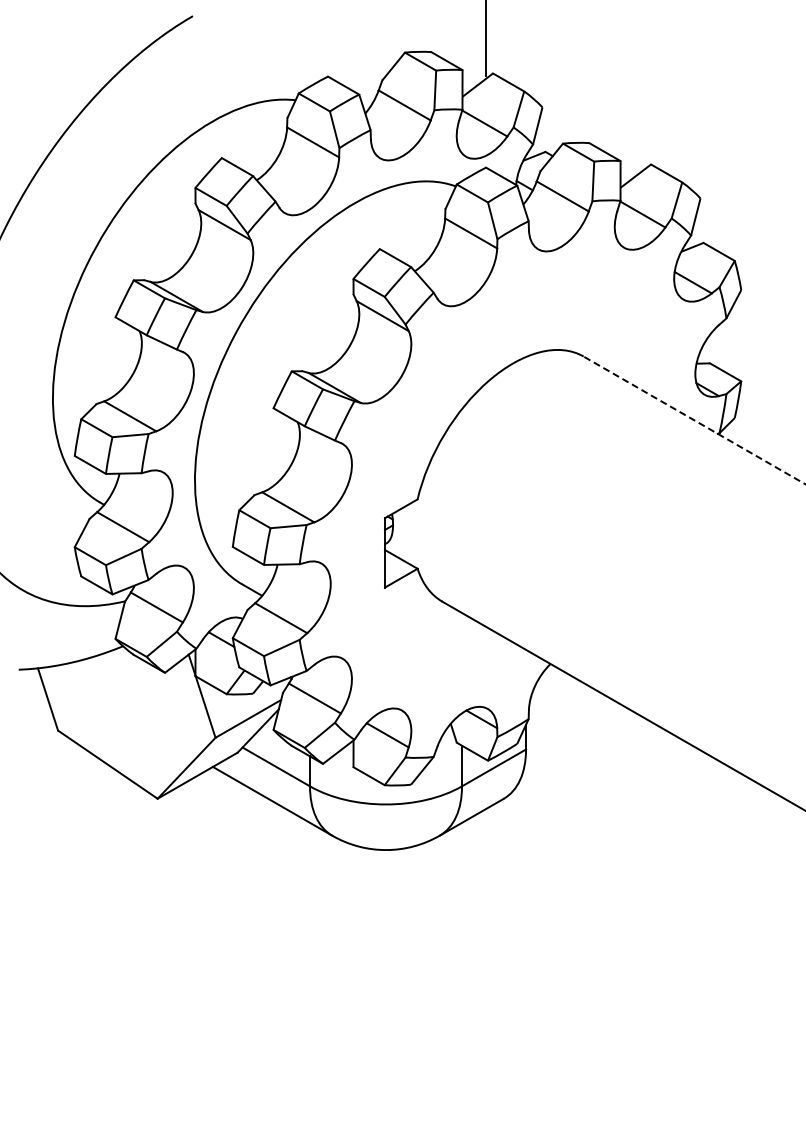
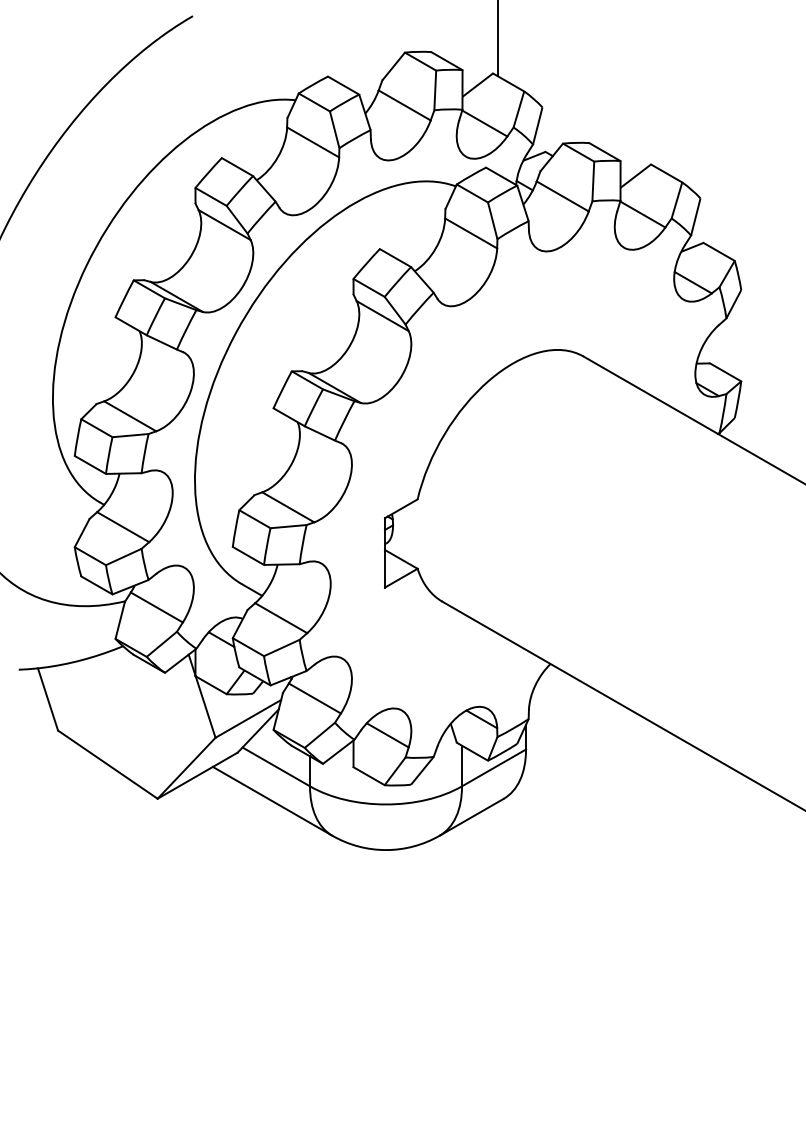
line at (486, 39) position: (486, 39) -> (498, 39)
line at (694, 420): dashed -> solid
